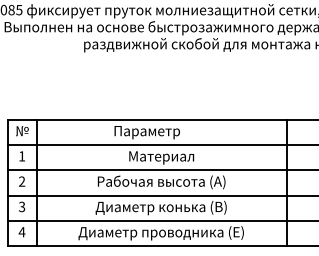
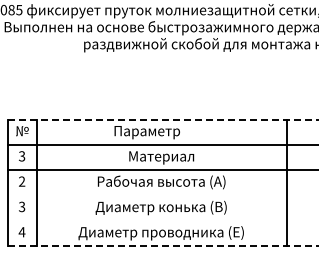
line at (162, 119): solid -> dashed
text at (21, 156): 1 -> 3
line at (161, 195): present -> none
line at (161, 220): present -> none
line at (163, 246): solid -> dashed
